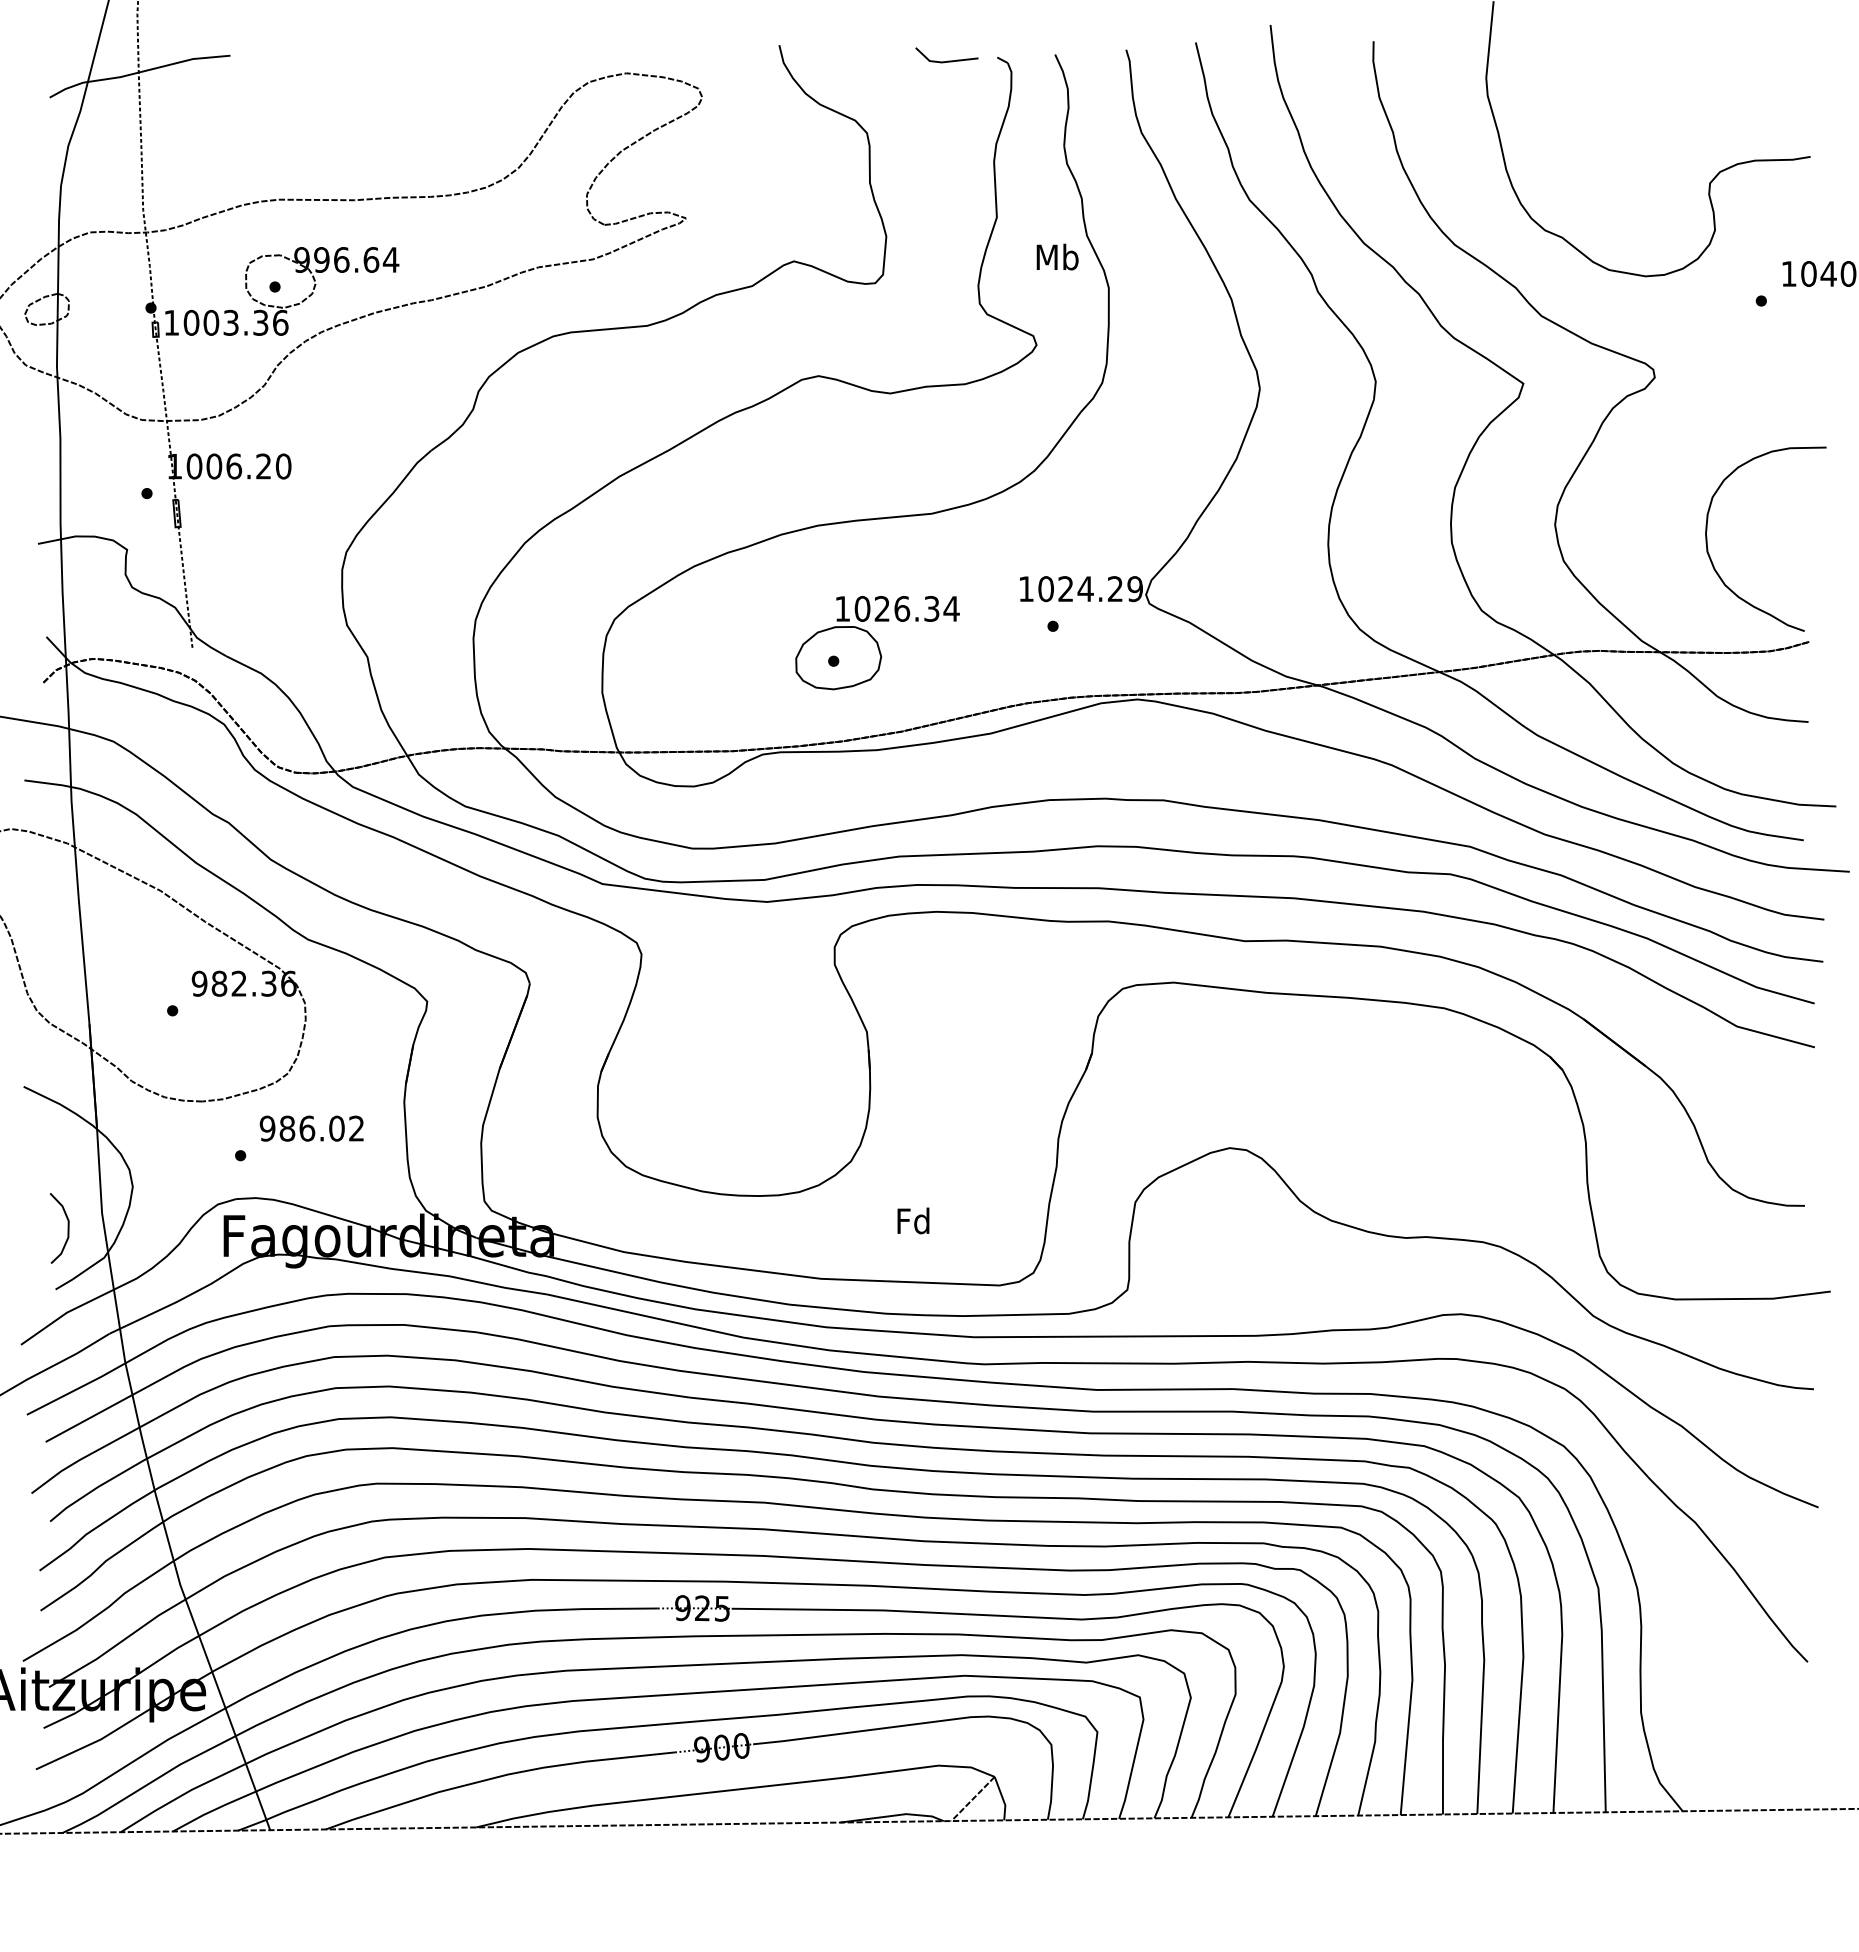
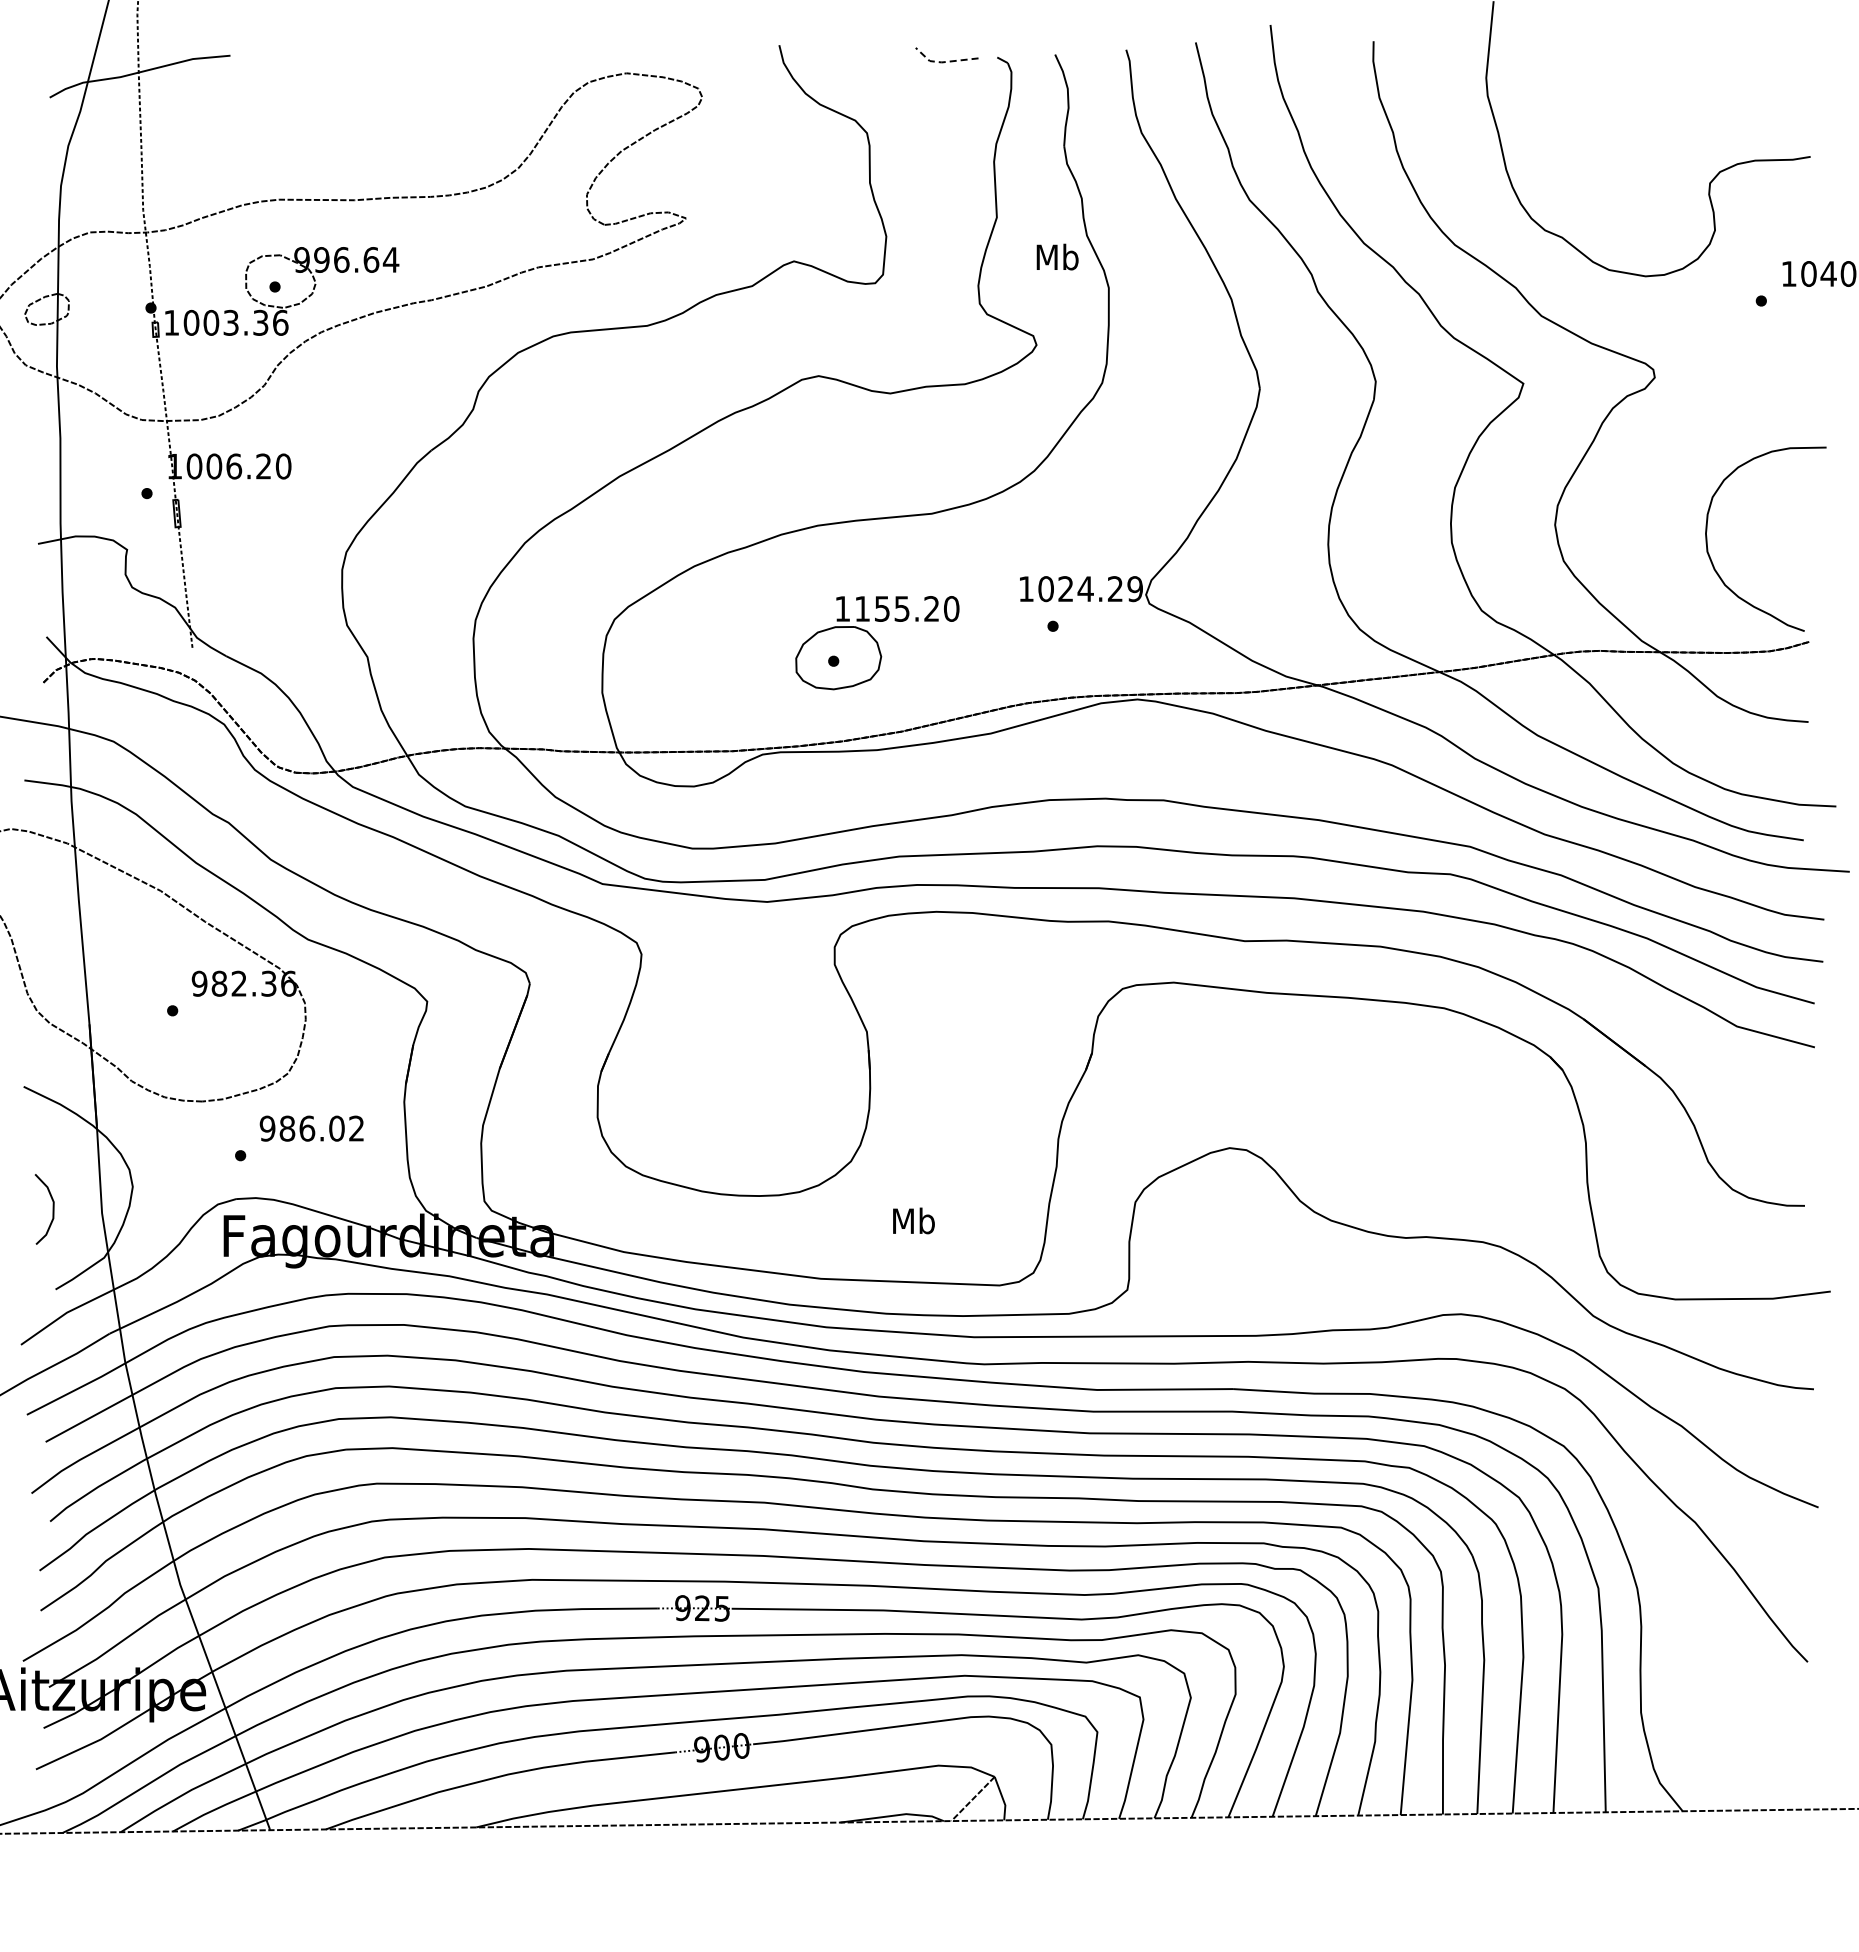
line at (942, 62): solid -> dashed
text at (906, 608): 1026.34 -> 1155.20
text at (913, 1220): Fd -> Mb
curve at (67, 1228) position: (67, 1228) -> (52, 1209)
